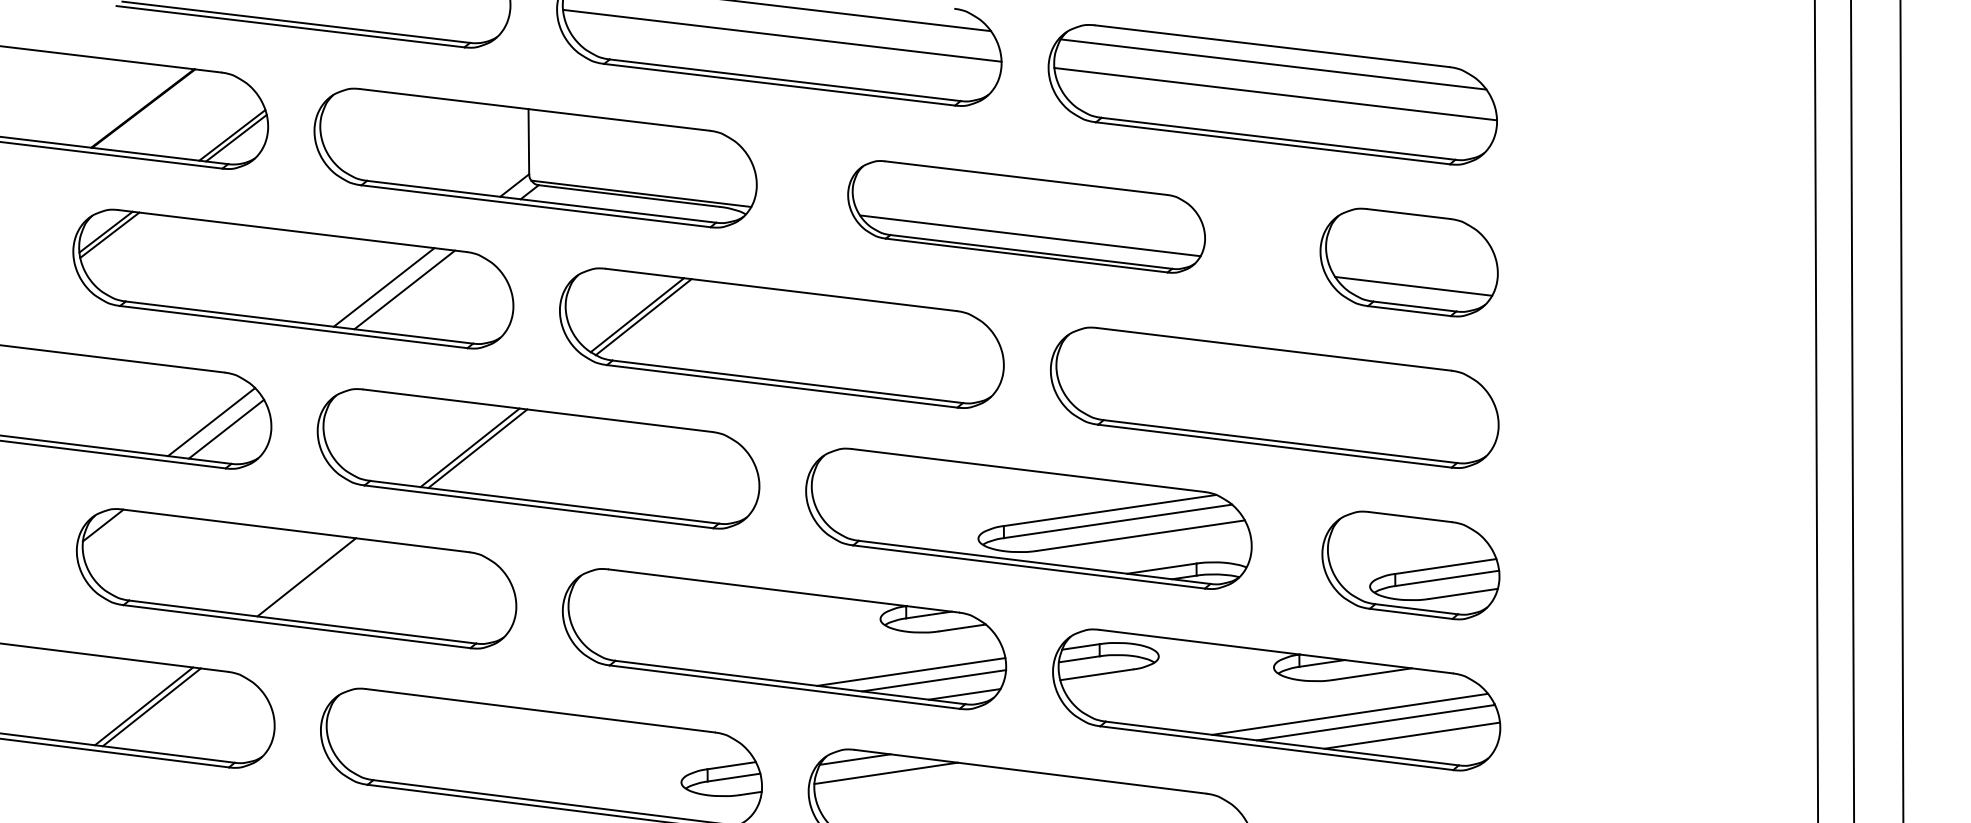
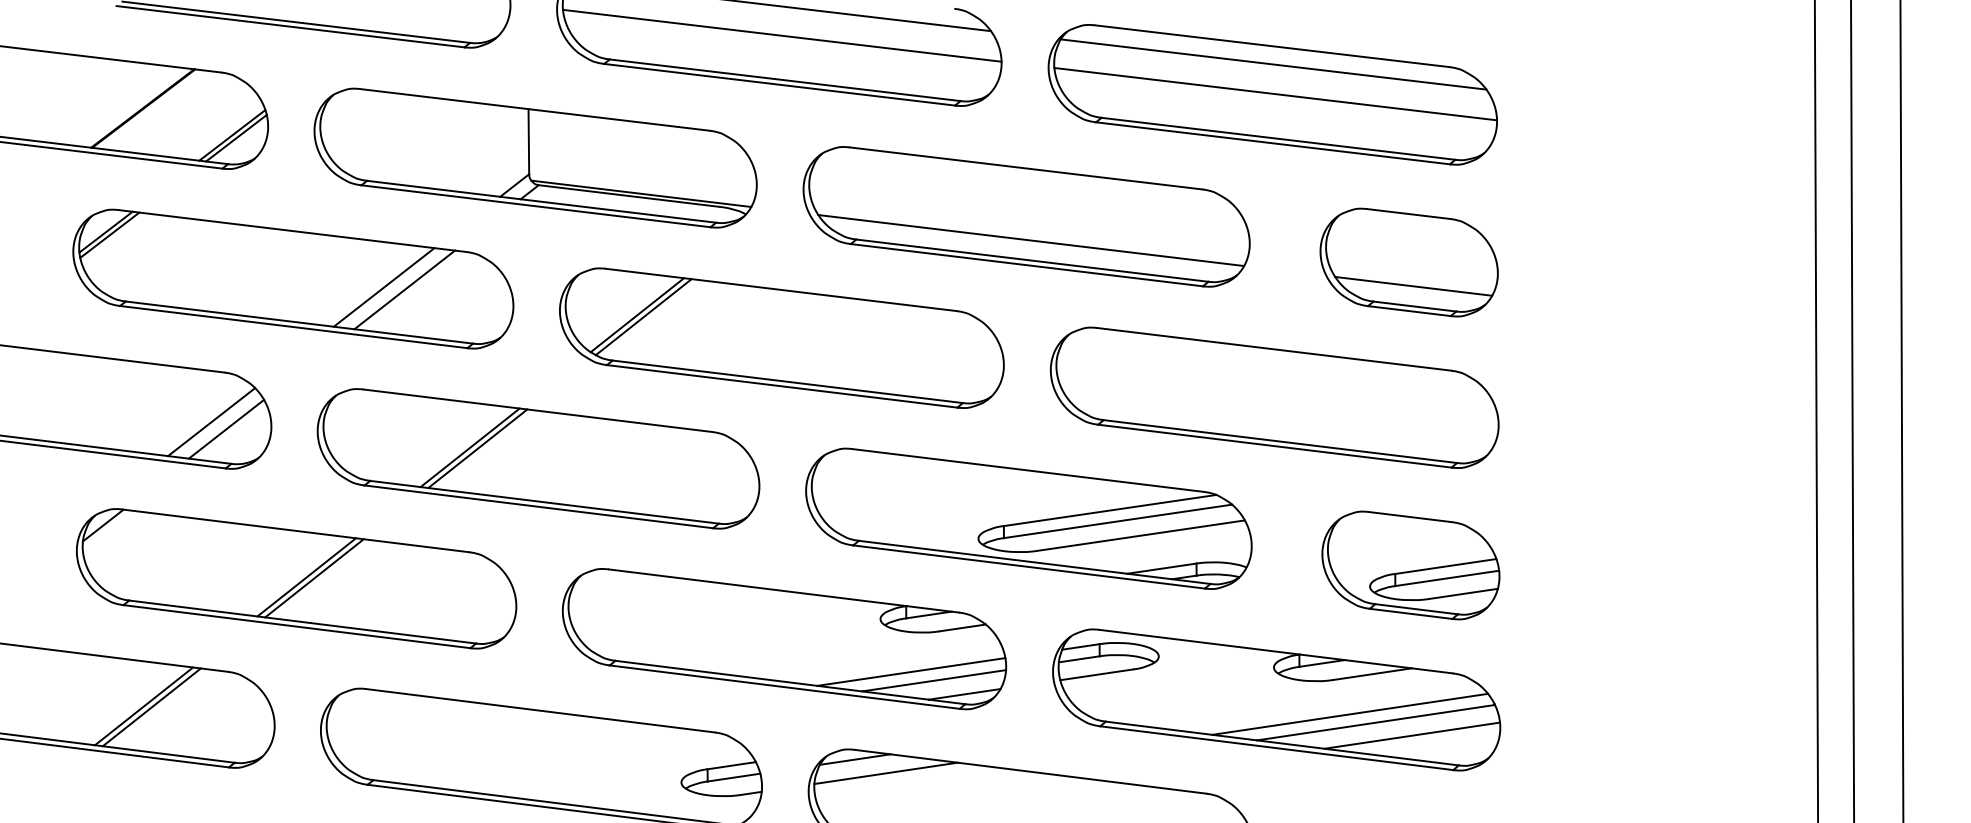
part at (1026, 216) size: 359x114 px -> 449x142 px
line at (314, 578): none -> present
